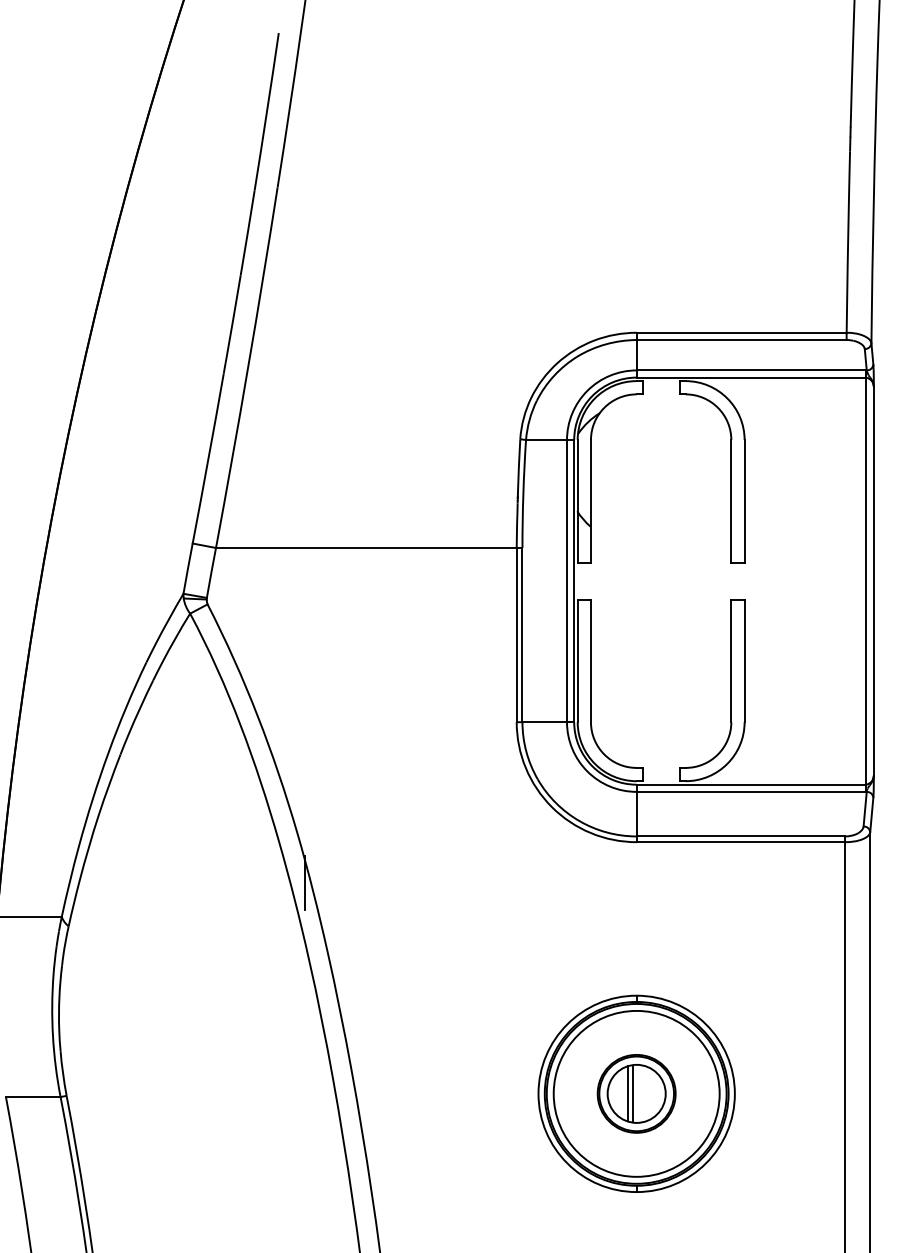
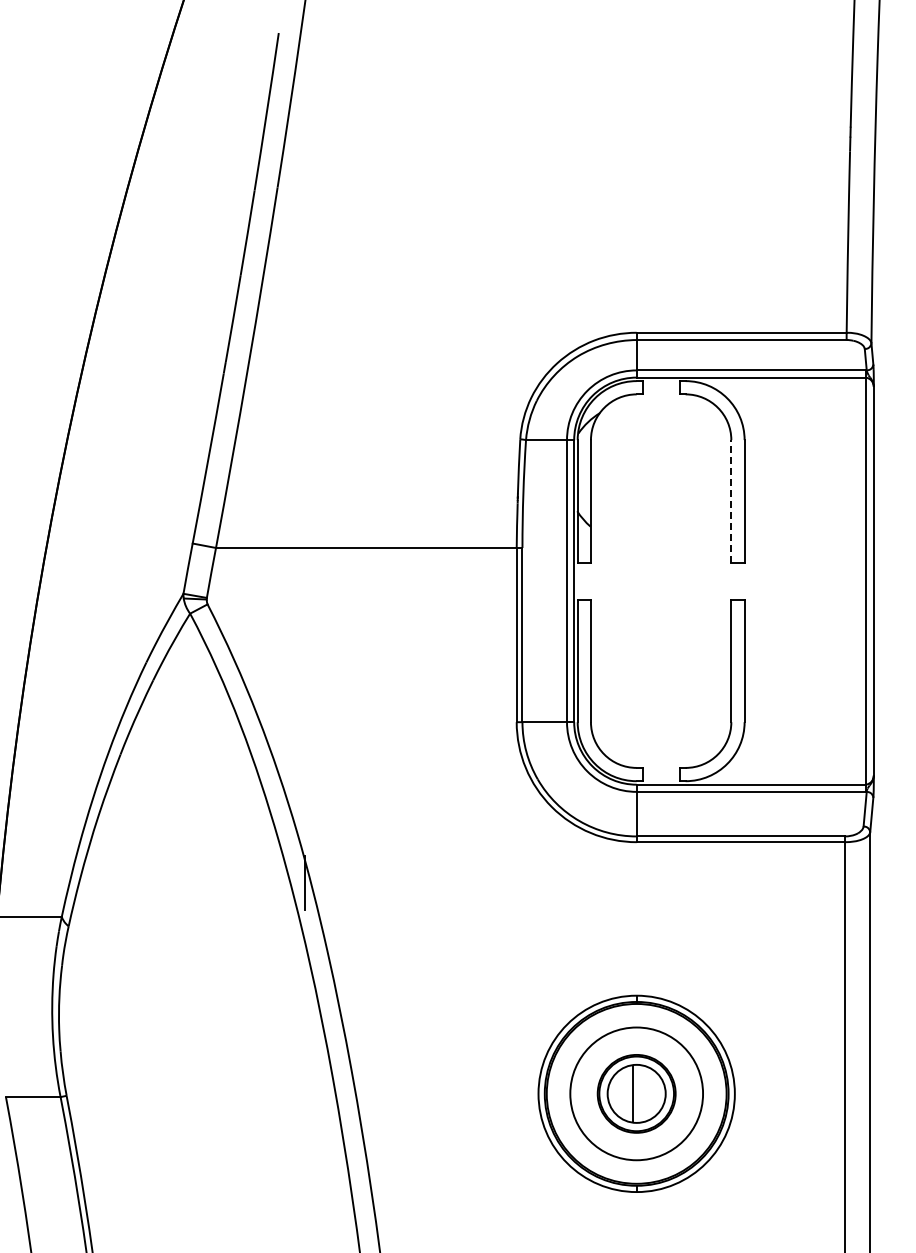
line at (731, 500): solid -> dashed
line at (628, 1093): present -> none
circle at (636, 1093) diameter: 166 px -> 133 px
